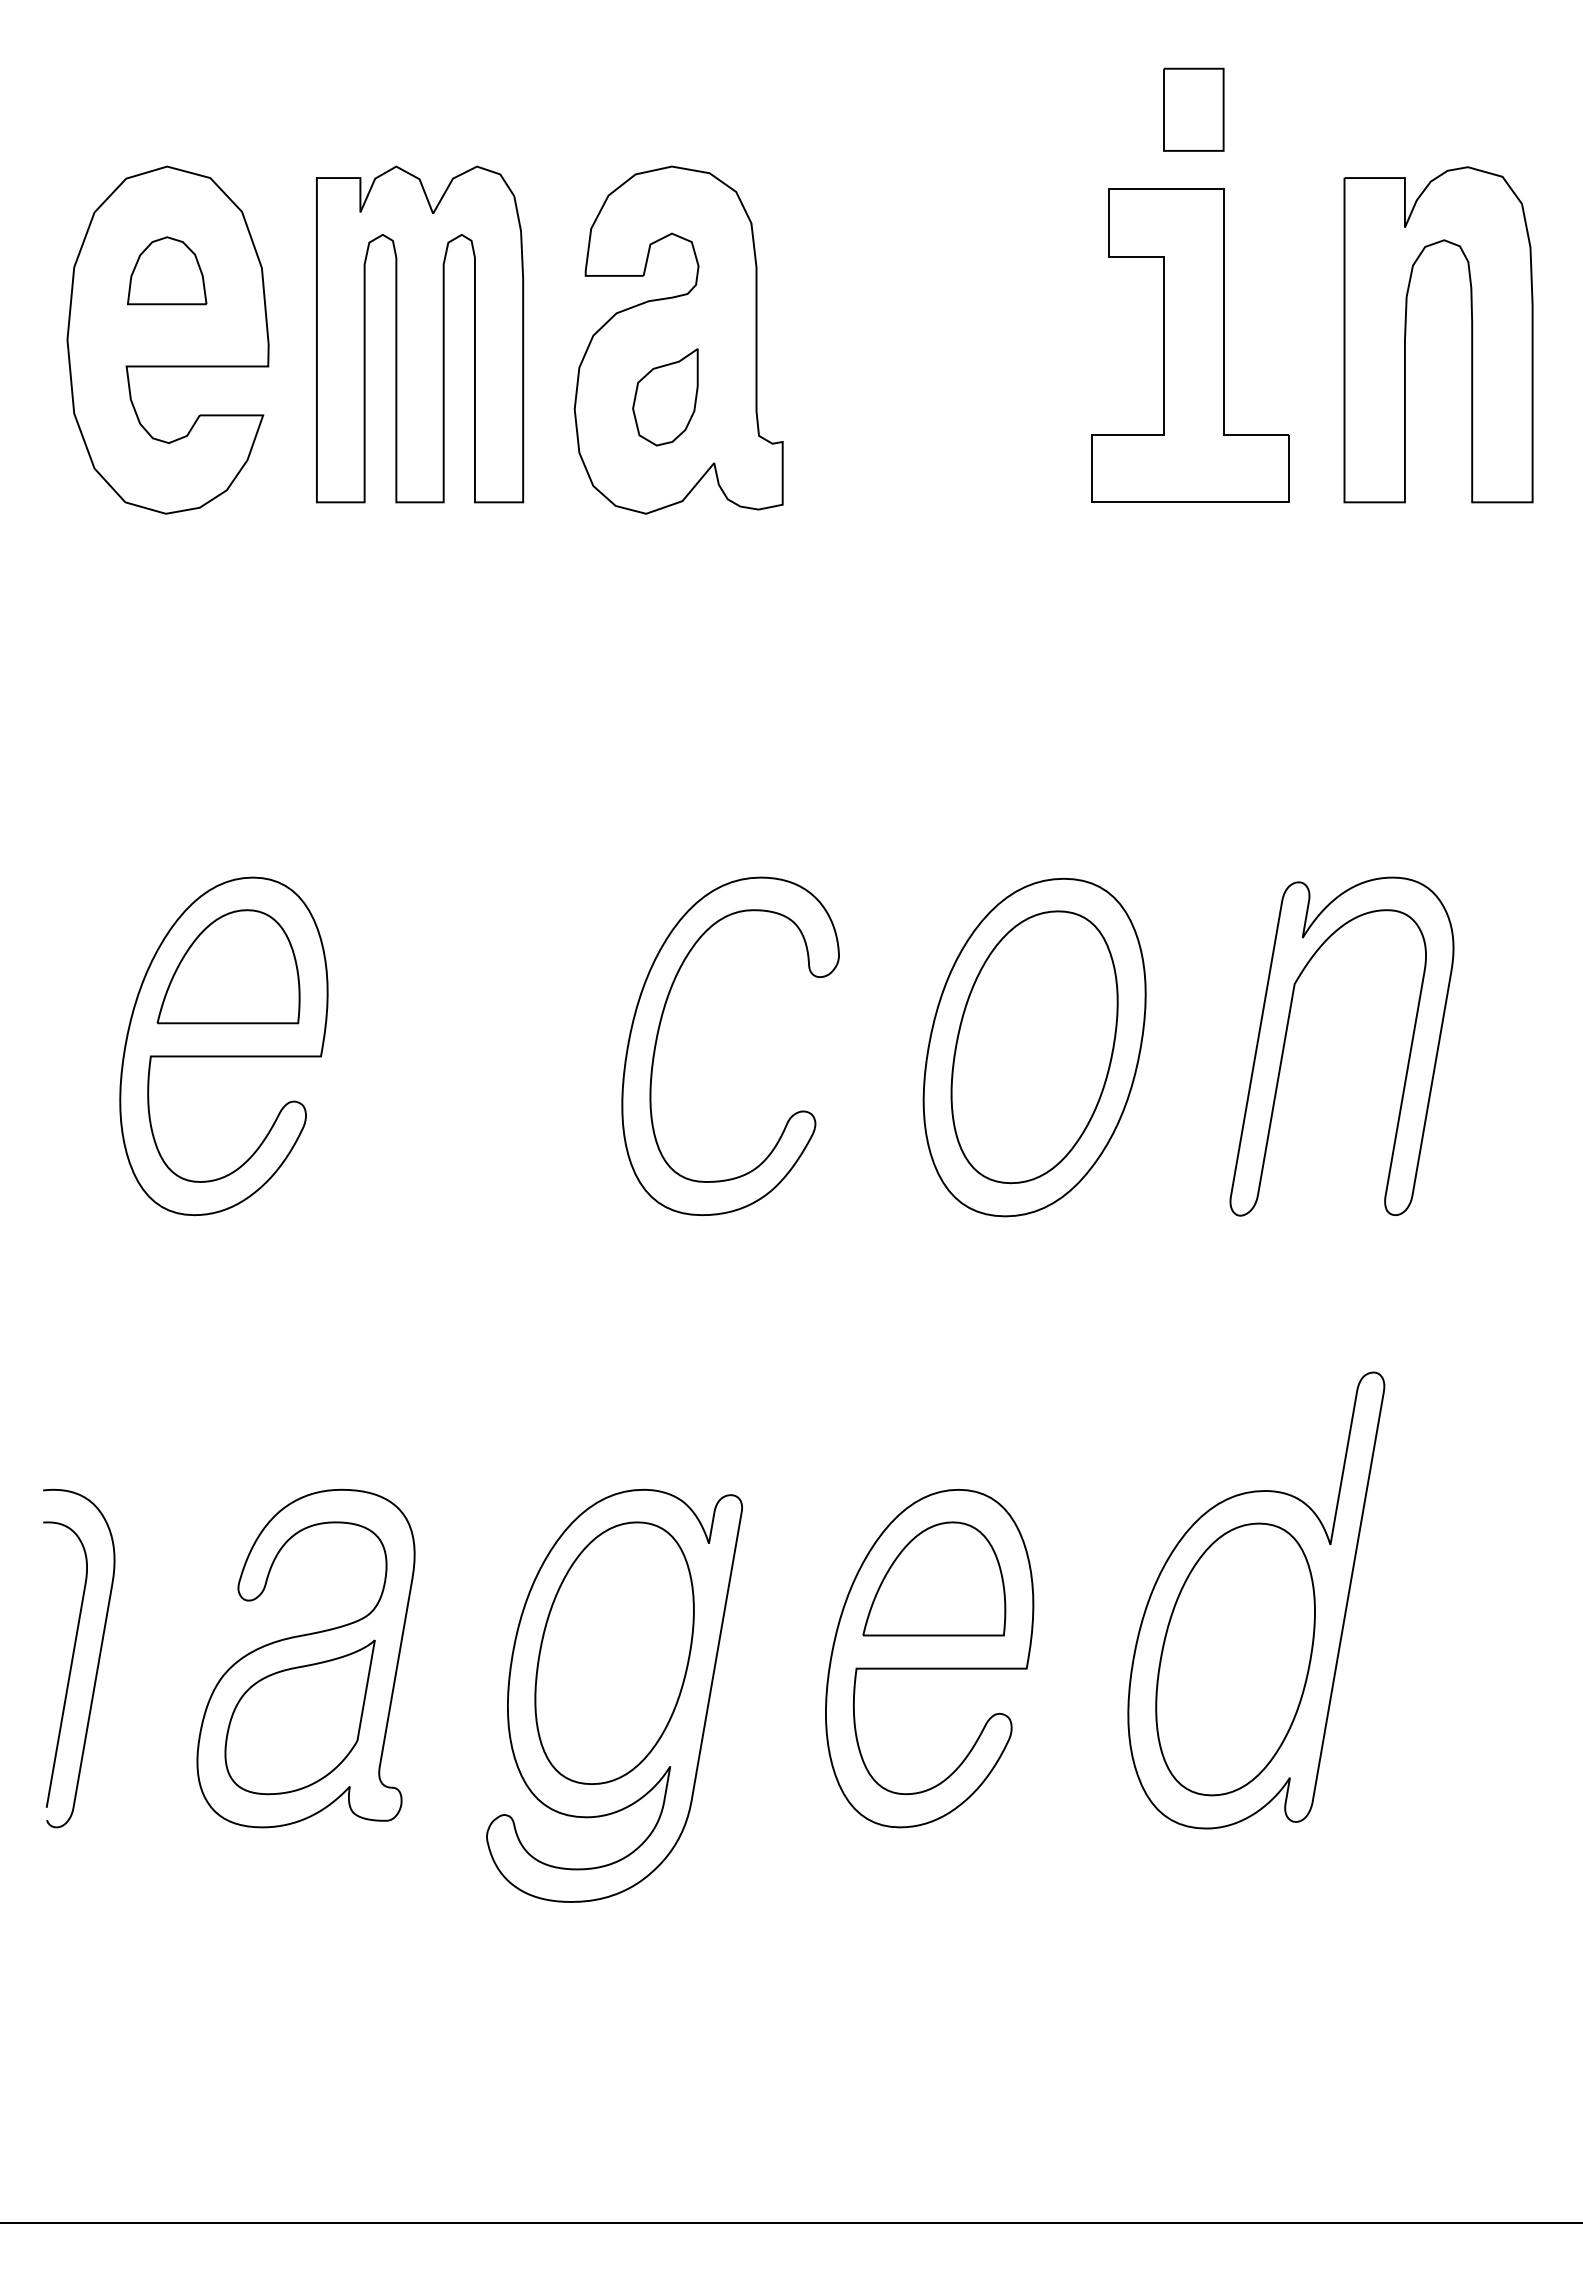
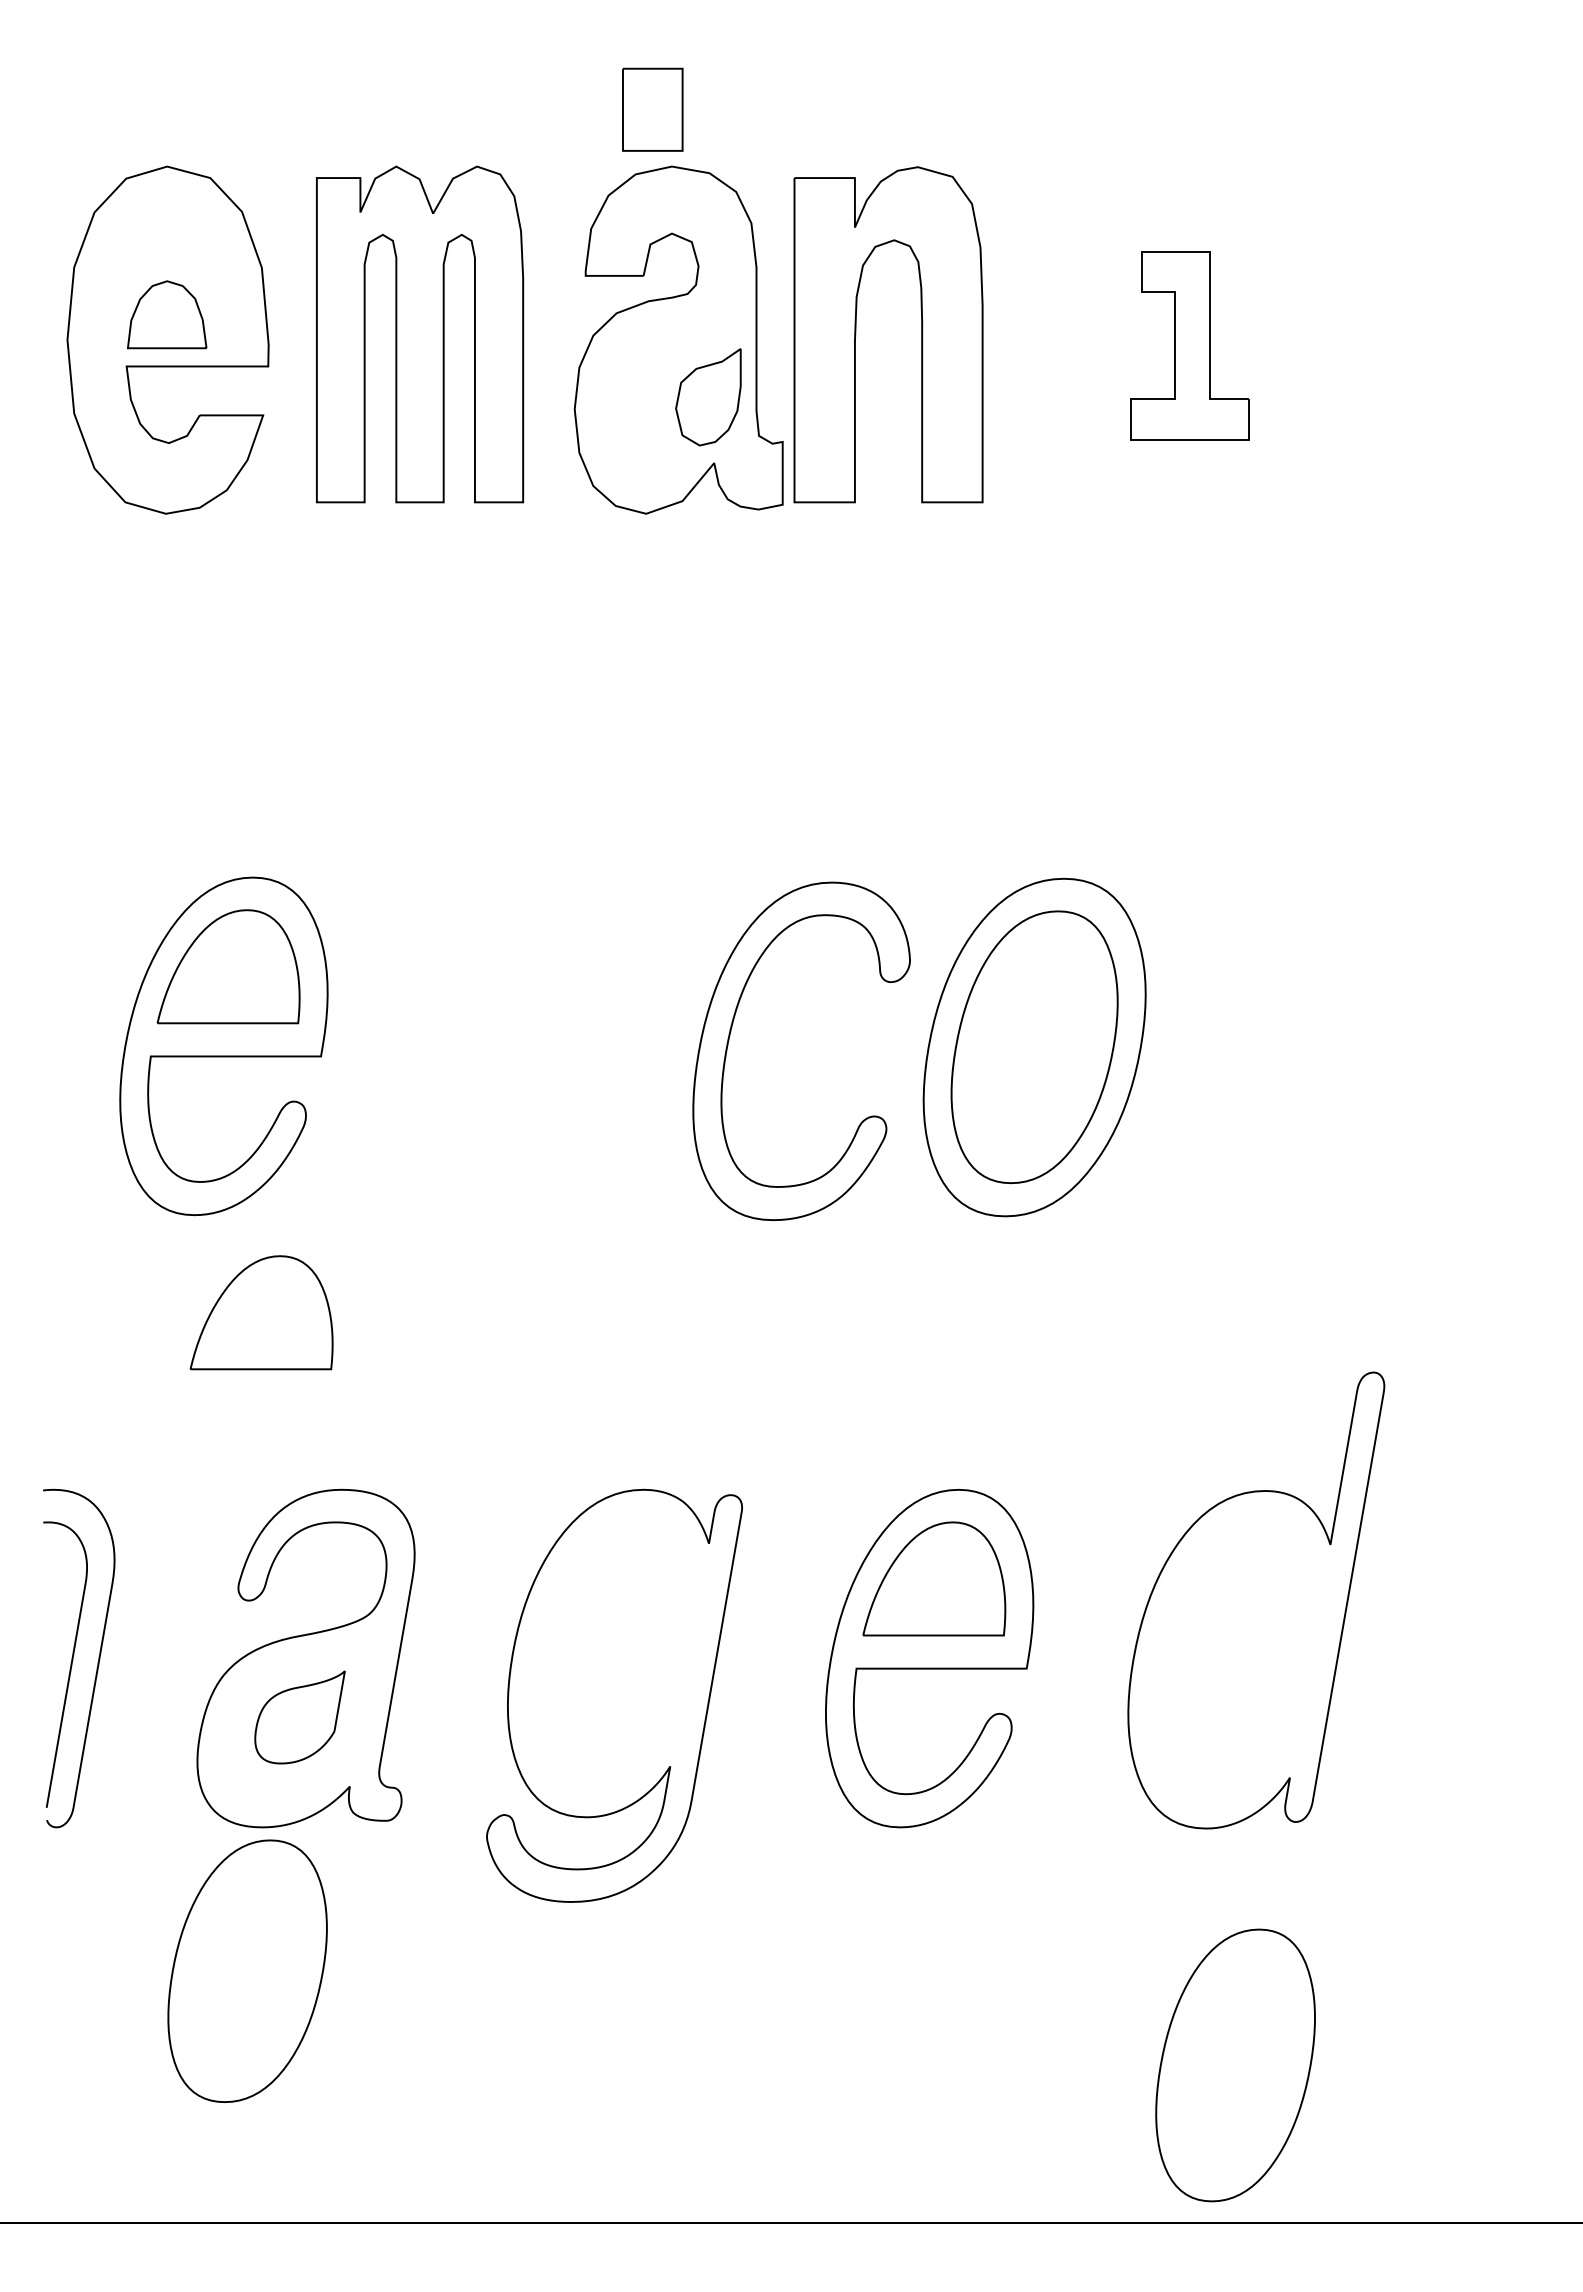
part at (1193, 109) position: (1193, 109) -> (652, 109)
part at (167, 270) position: (167, 270) -> (167, 314)
part at (1406, 334) position: (1406, 334) -> (856, 334)
part at (1190, 345) size: 199x315 px -> 120x190 px
part at (665, 397) position: (665, 397) -> (708, 397)
part at (659, 1031) position: (659, 1031) -> (730, 1036)
part at (1286, 1038): present -> none
part at (261, 1312): none -> present
part at (614, 1652) position: (614, 1652) -> (247, 1970)
part at (1235, 1659) position: (1235, 1659) -> (1235, 2065)
part at (299, 1717) size: 152x157 px -> 92x95 px
